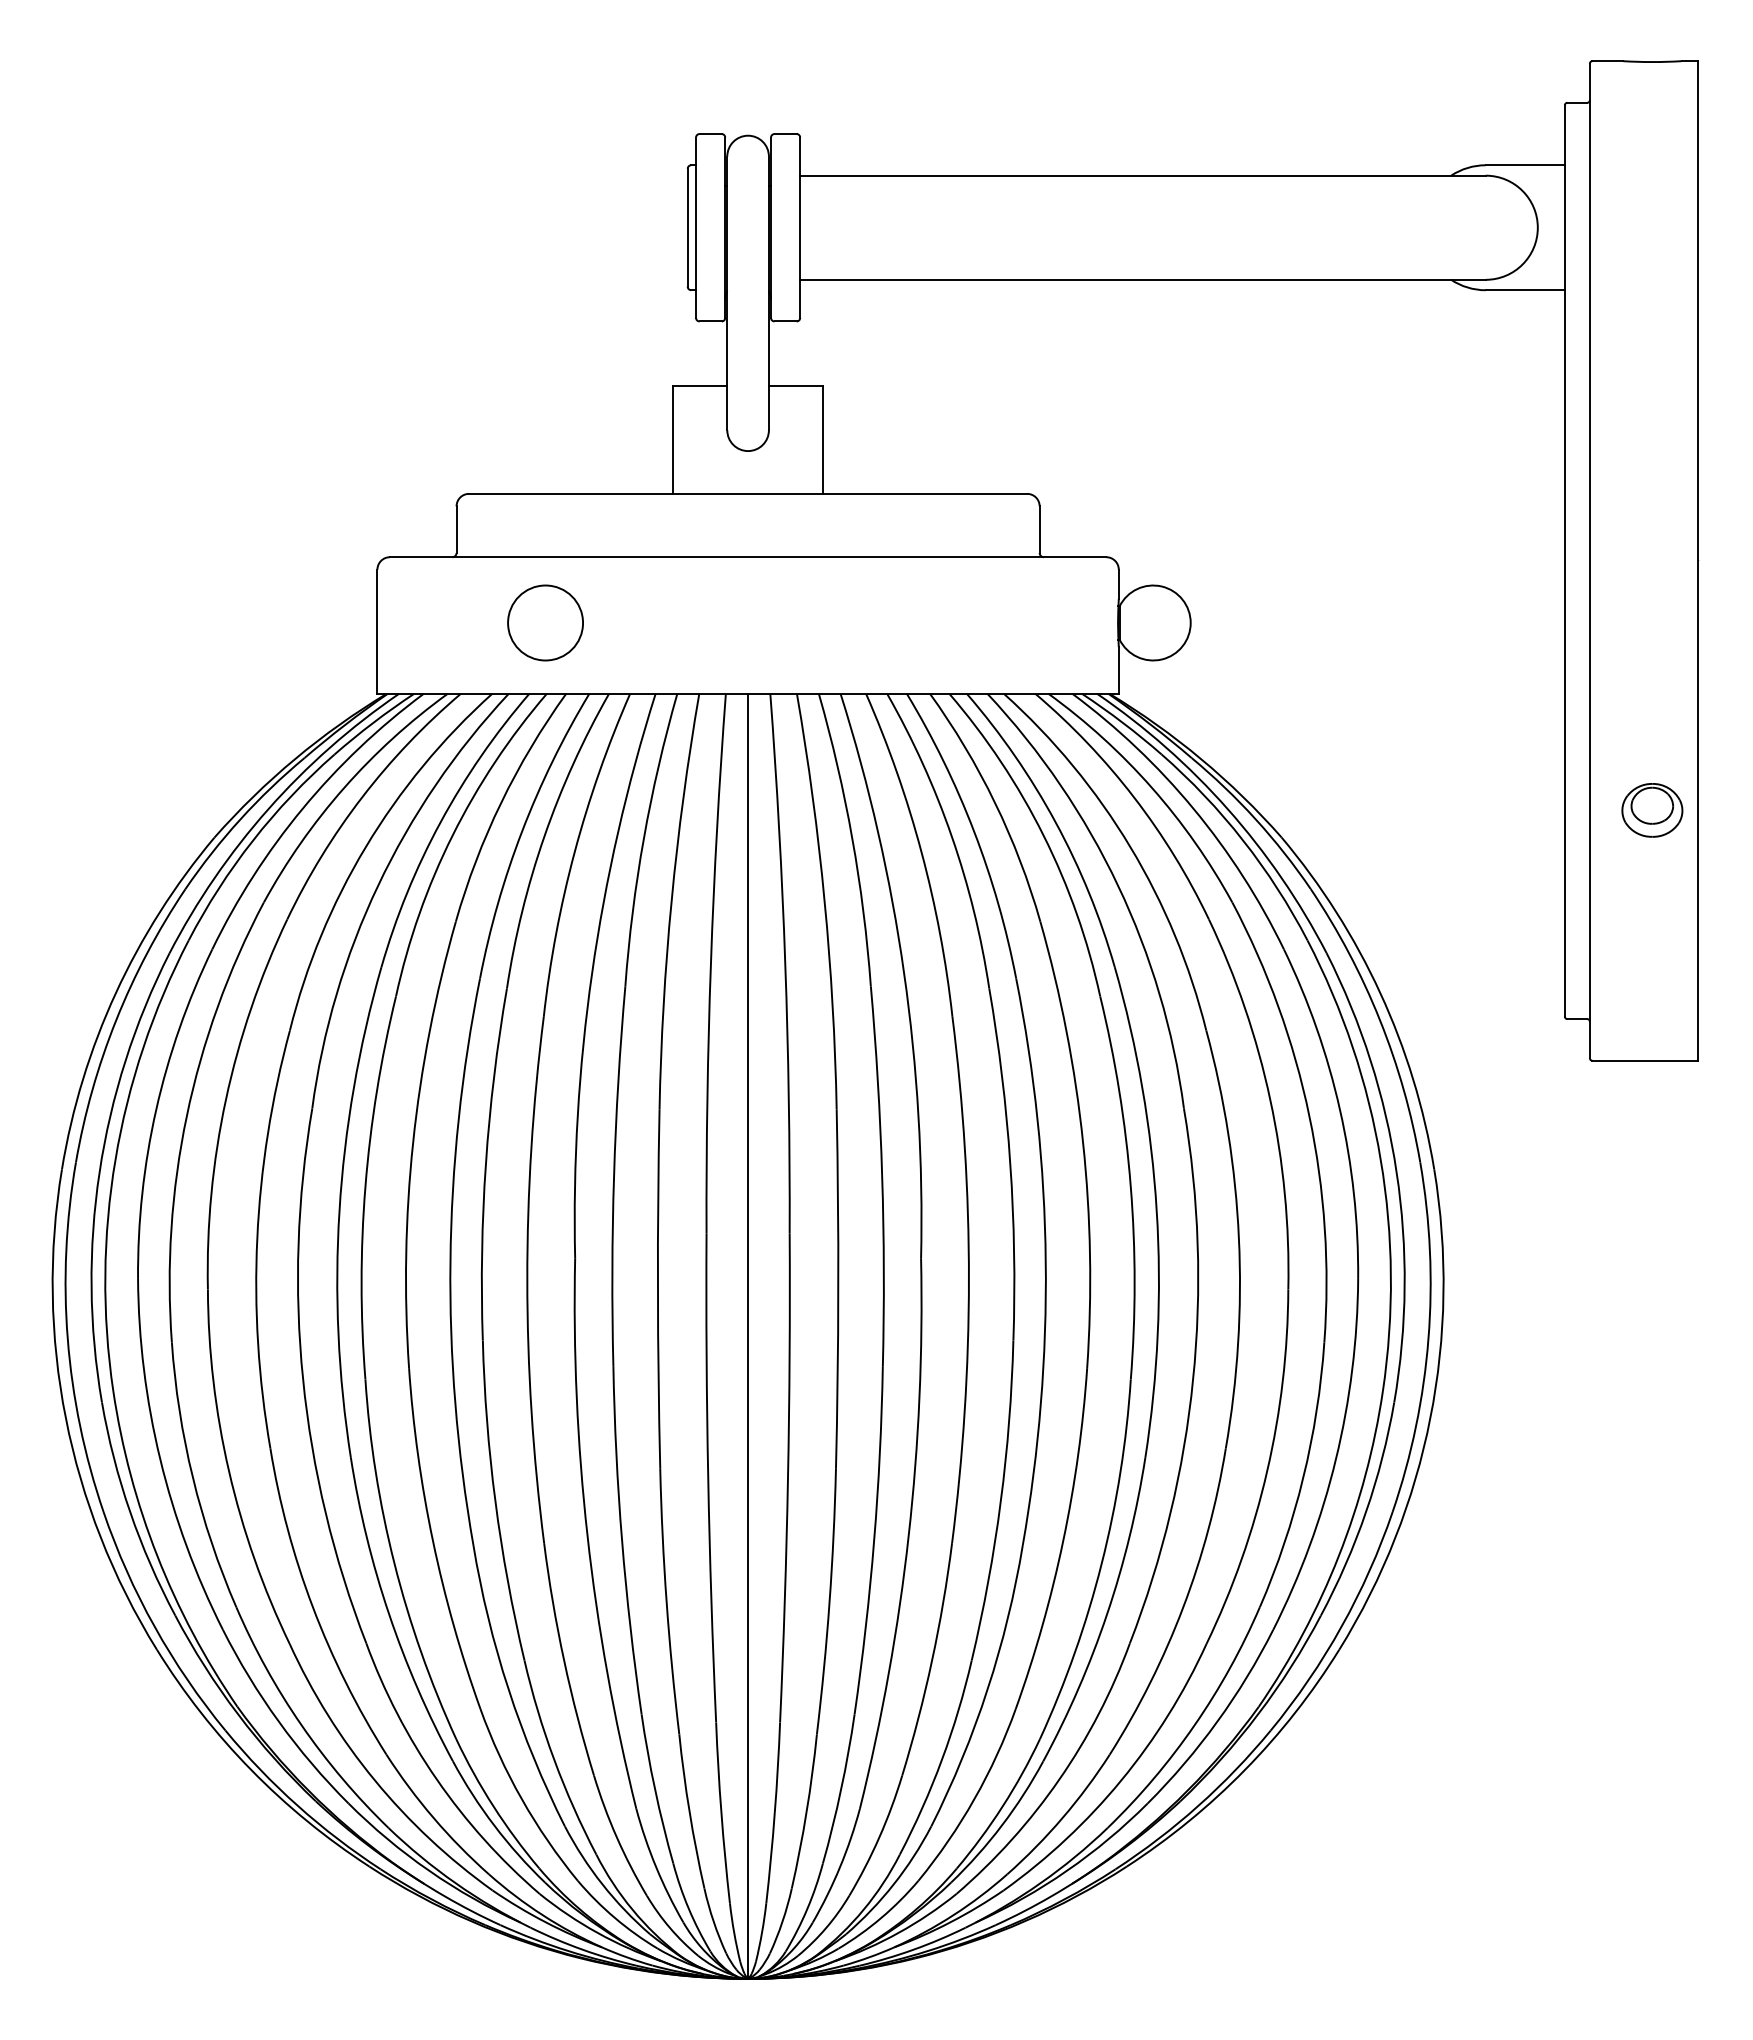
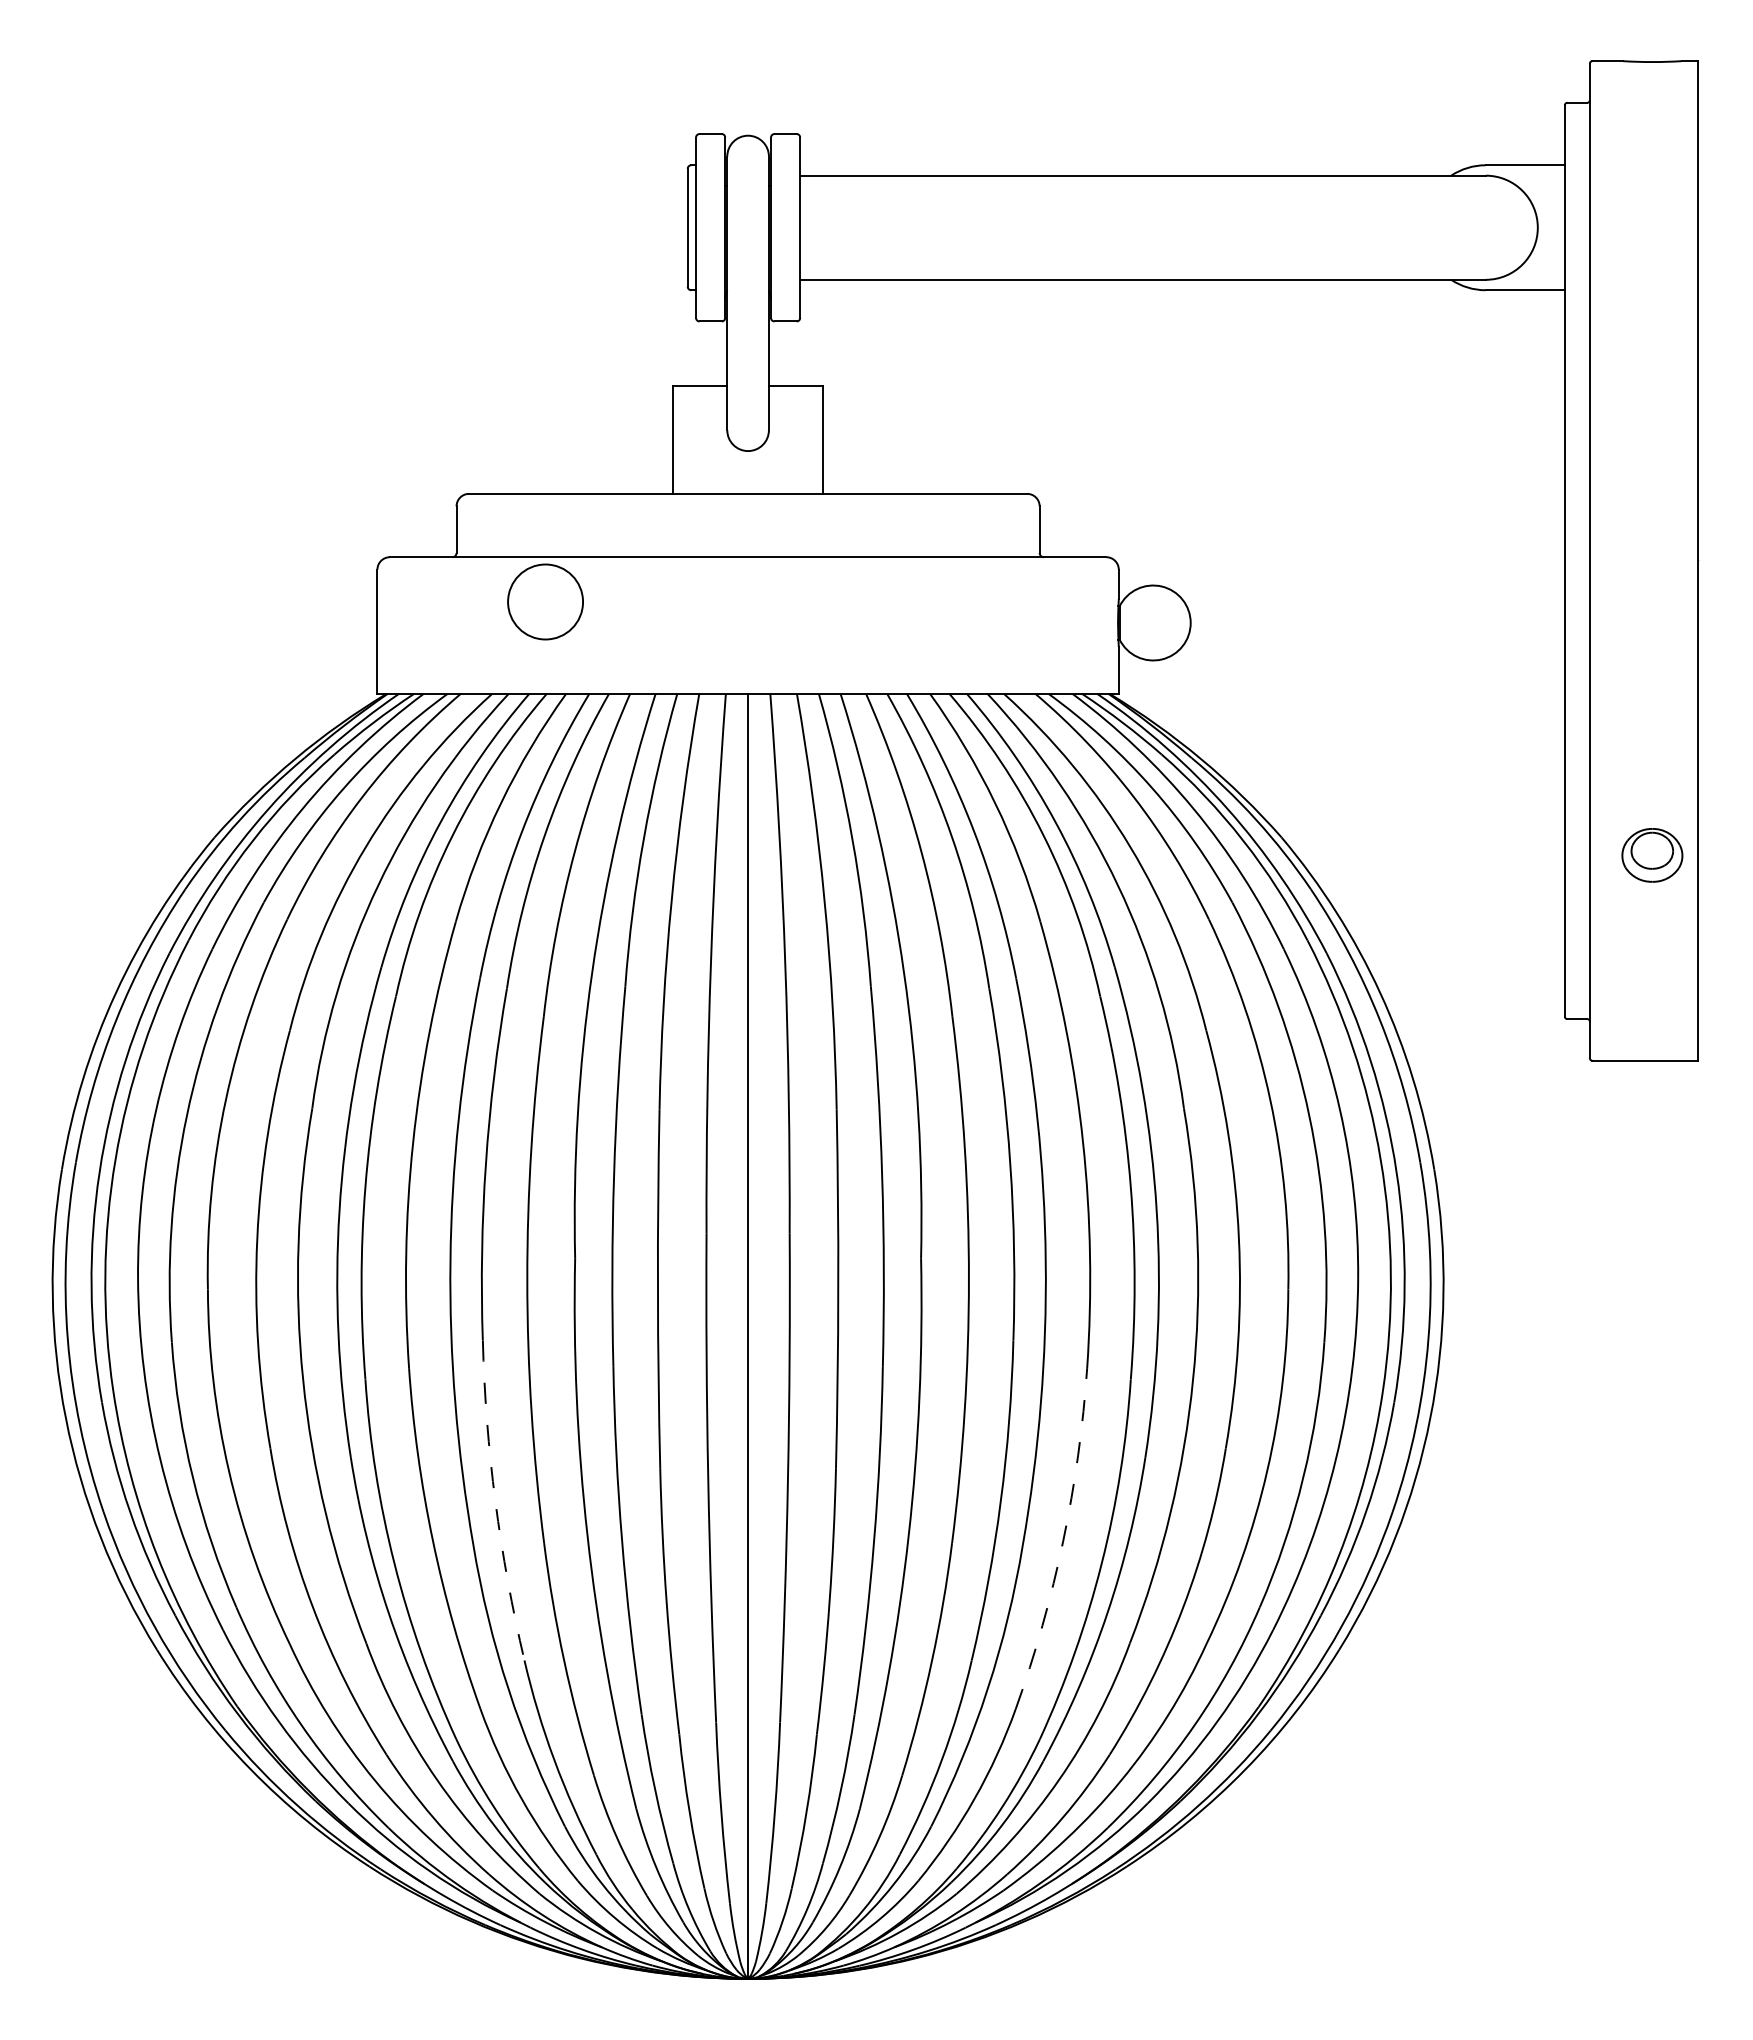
circle at (545, 622) position: (545, 622) -> (545, 601)
part at (1652, 810) position: (1652, 810) -> (1652, 855)
arc at (495, 1501): solid -> dashed
arc at (1063, 1541): solid -> dashed
